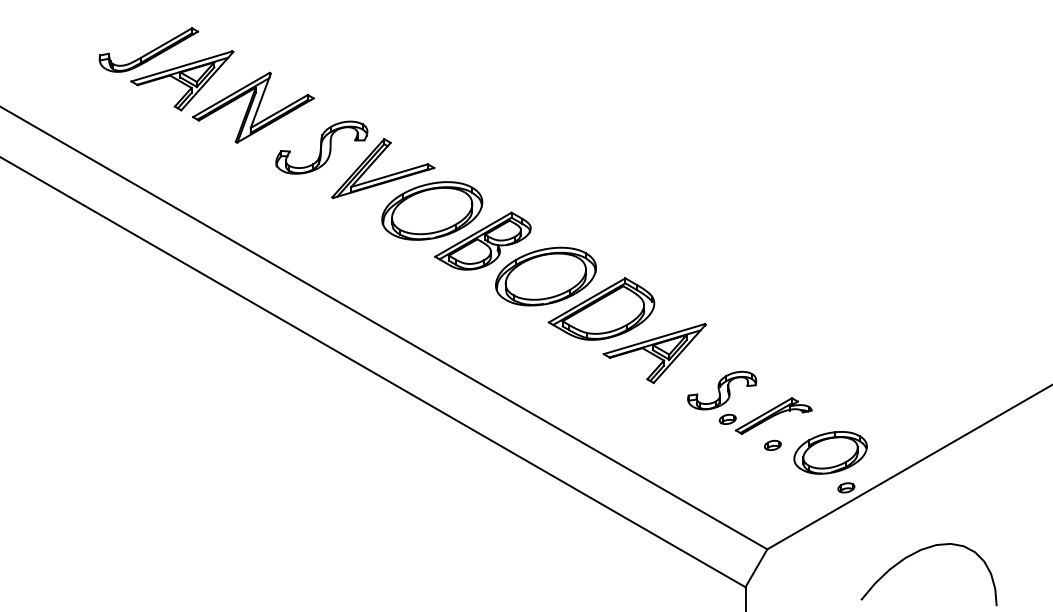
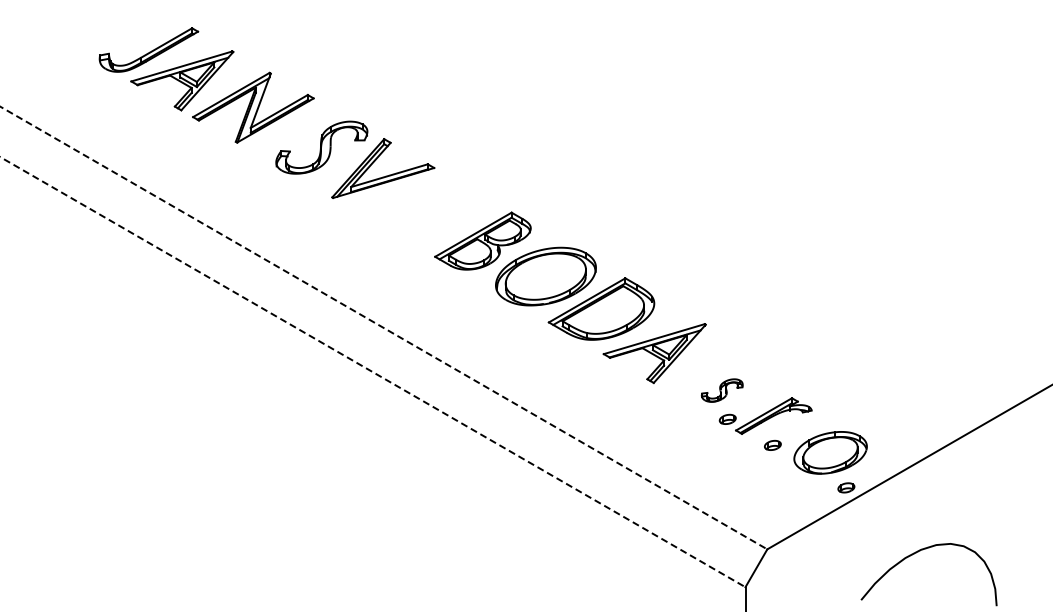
part at (432, 210): present -> none
line at (383, 328): solid -> dashed
line at (373, 372): solid -> dashed
part at (722, 390) size: 71x41 px -> 44x25 px
